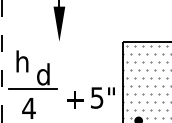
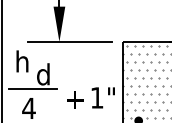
line at (69, 41): none -> present
line at (1, 61): dashed -> solid
text at (97, 97): 5" -> 1"
